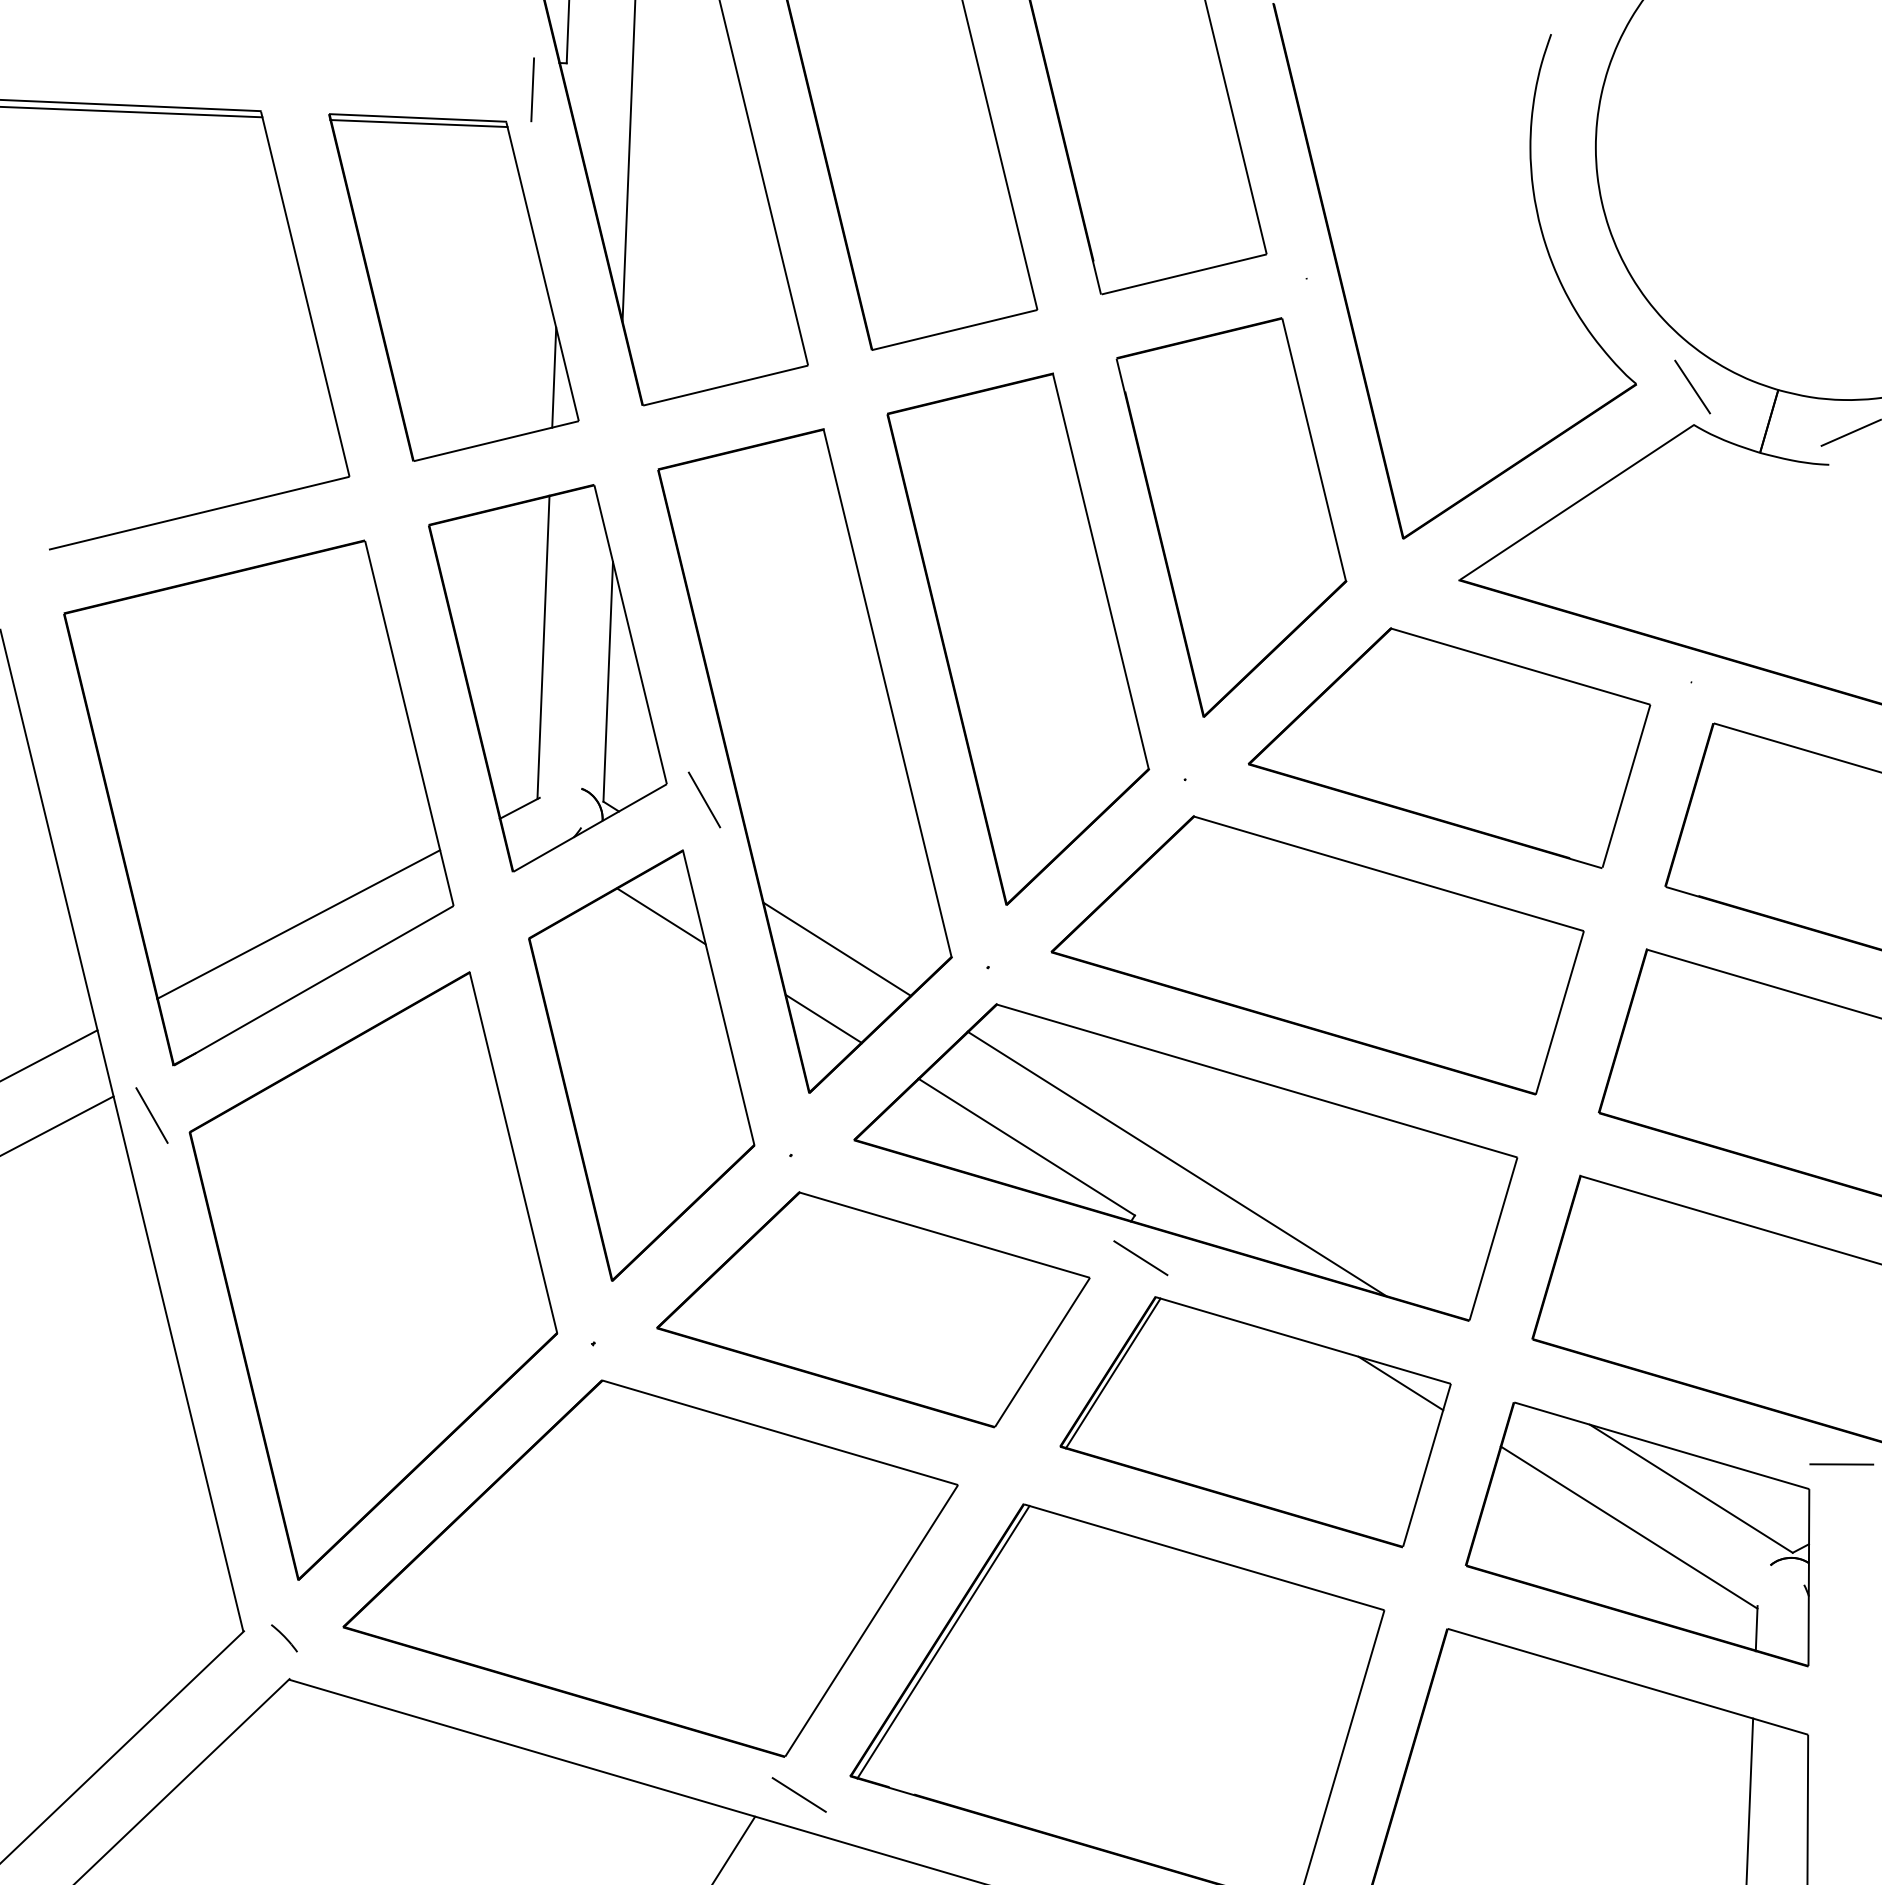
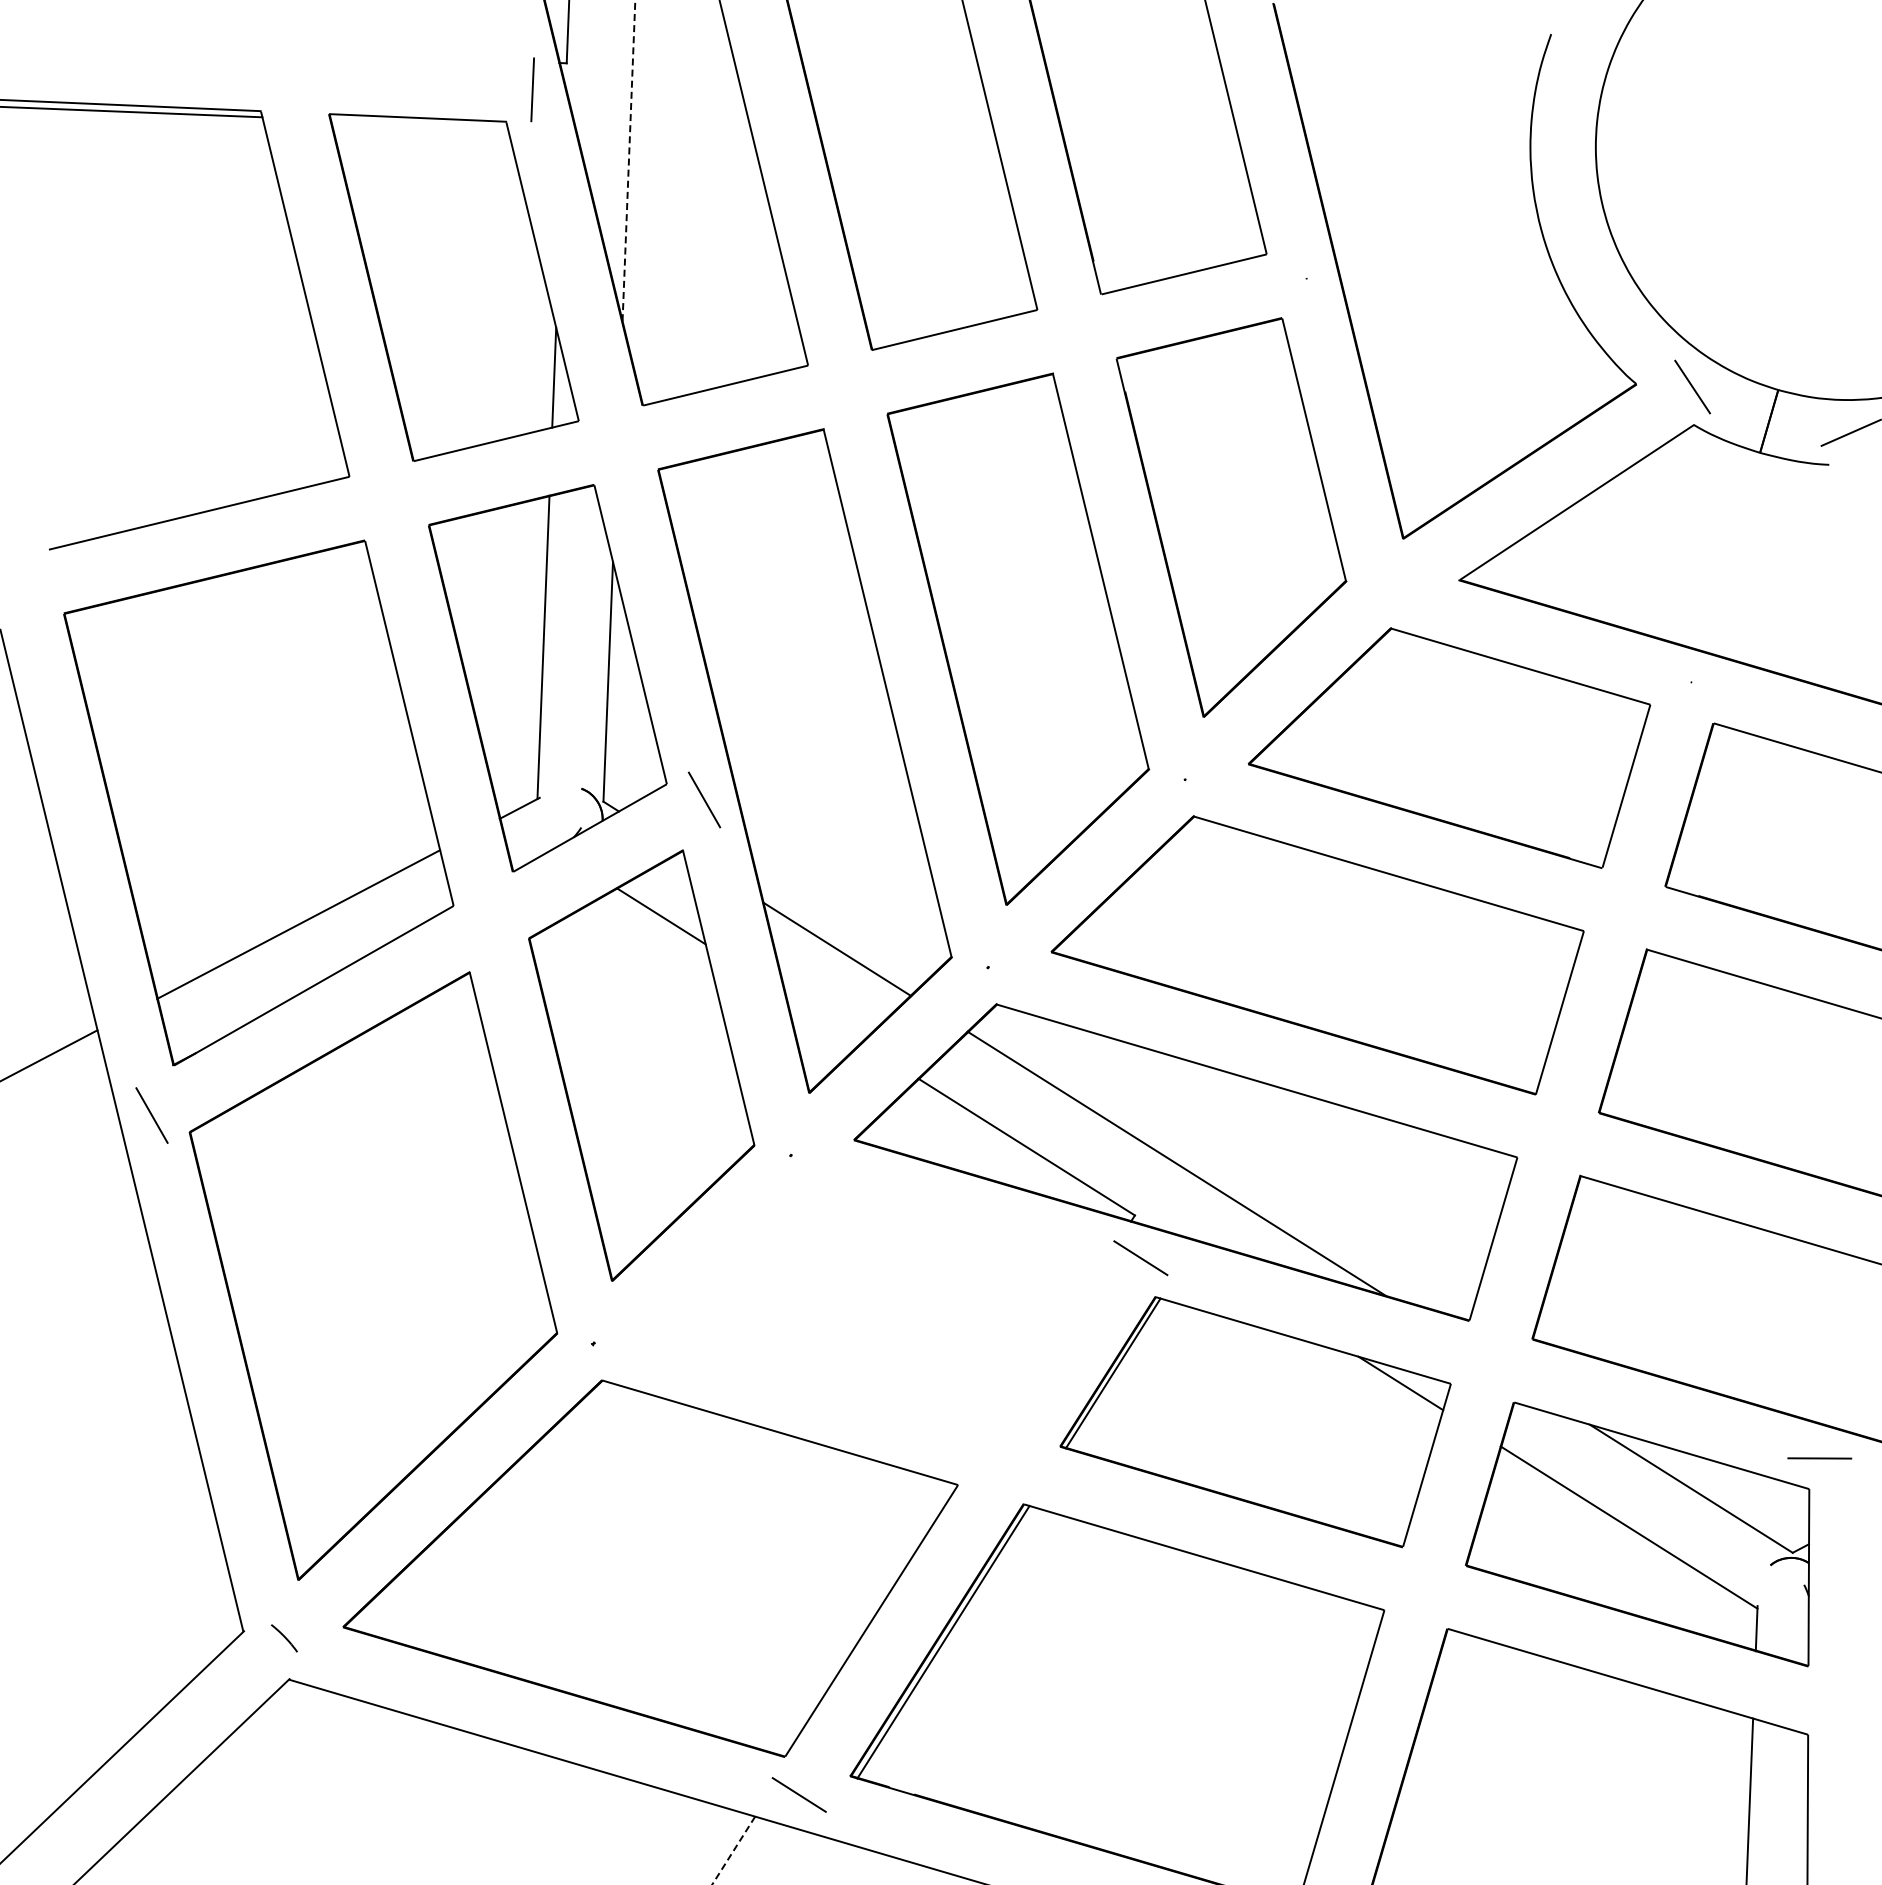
line at (418, 123): present -> none
line at (628, 160): solid -> dashed
line at (823, 1019): present -> none
line at (57, 1125): present -> none
part at (873, 1309): present -> none
line at (1841, 1464) position: (1841, 1464) -> (1819, 1458)
line at (733, 1850): solid -> dashed
